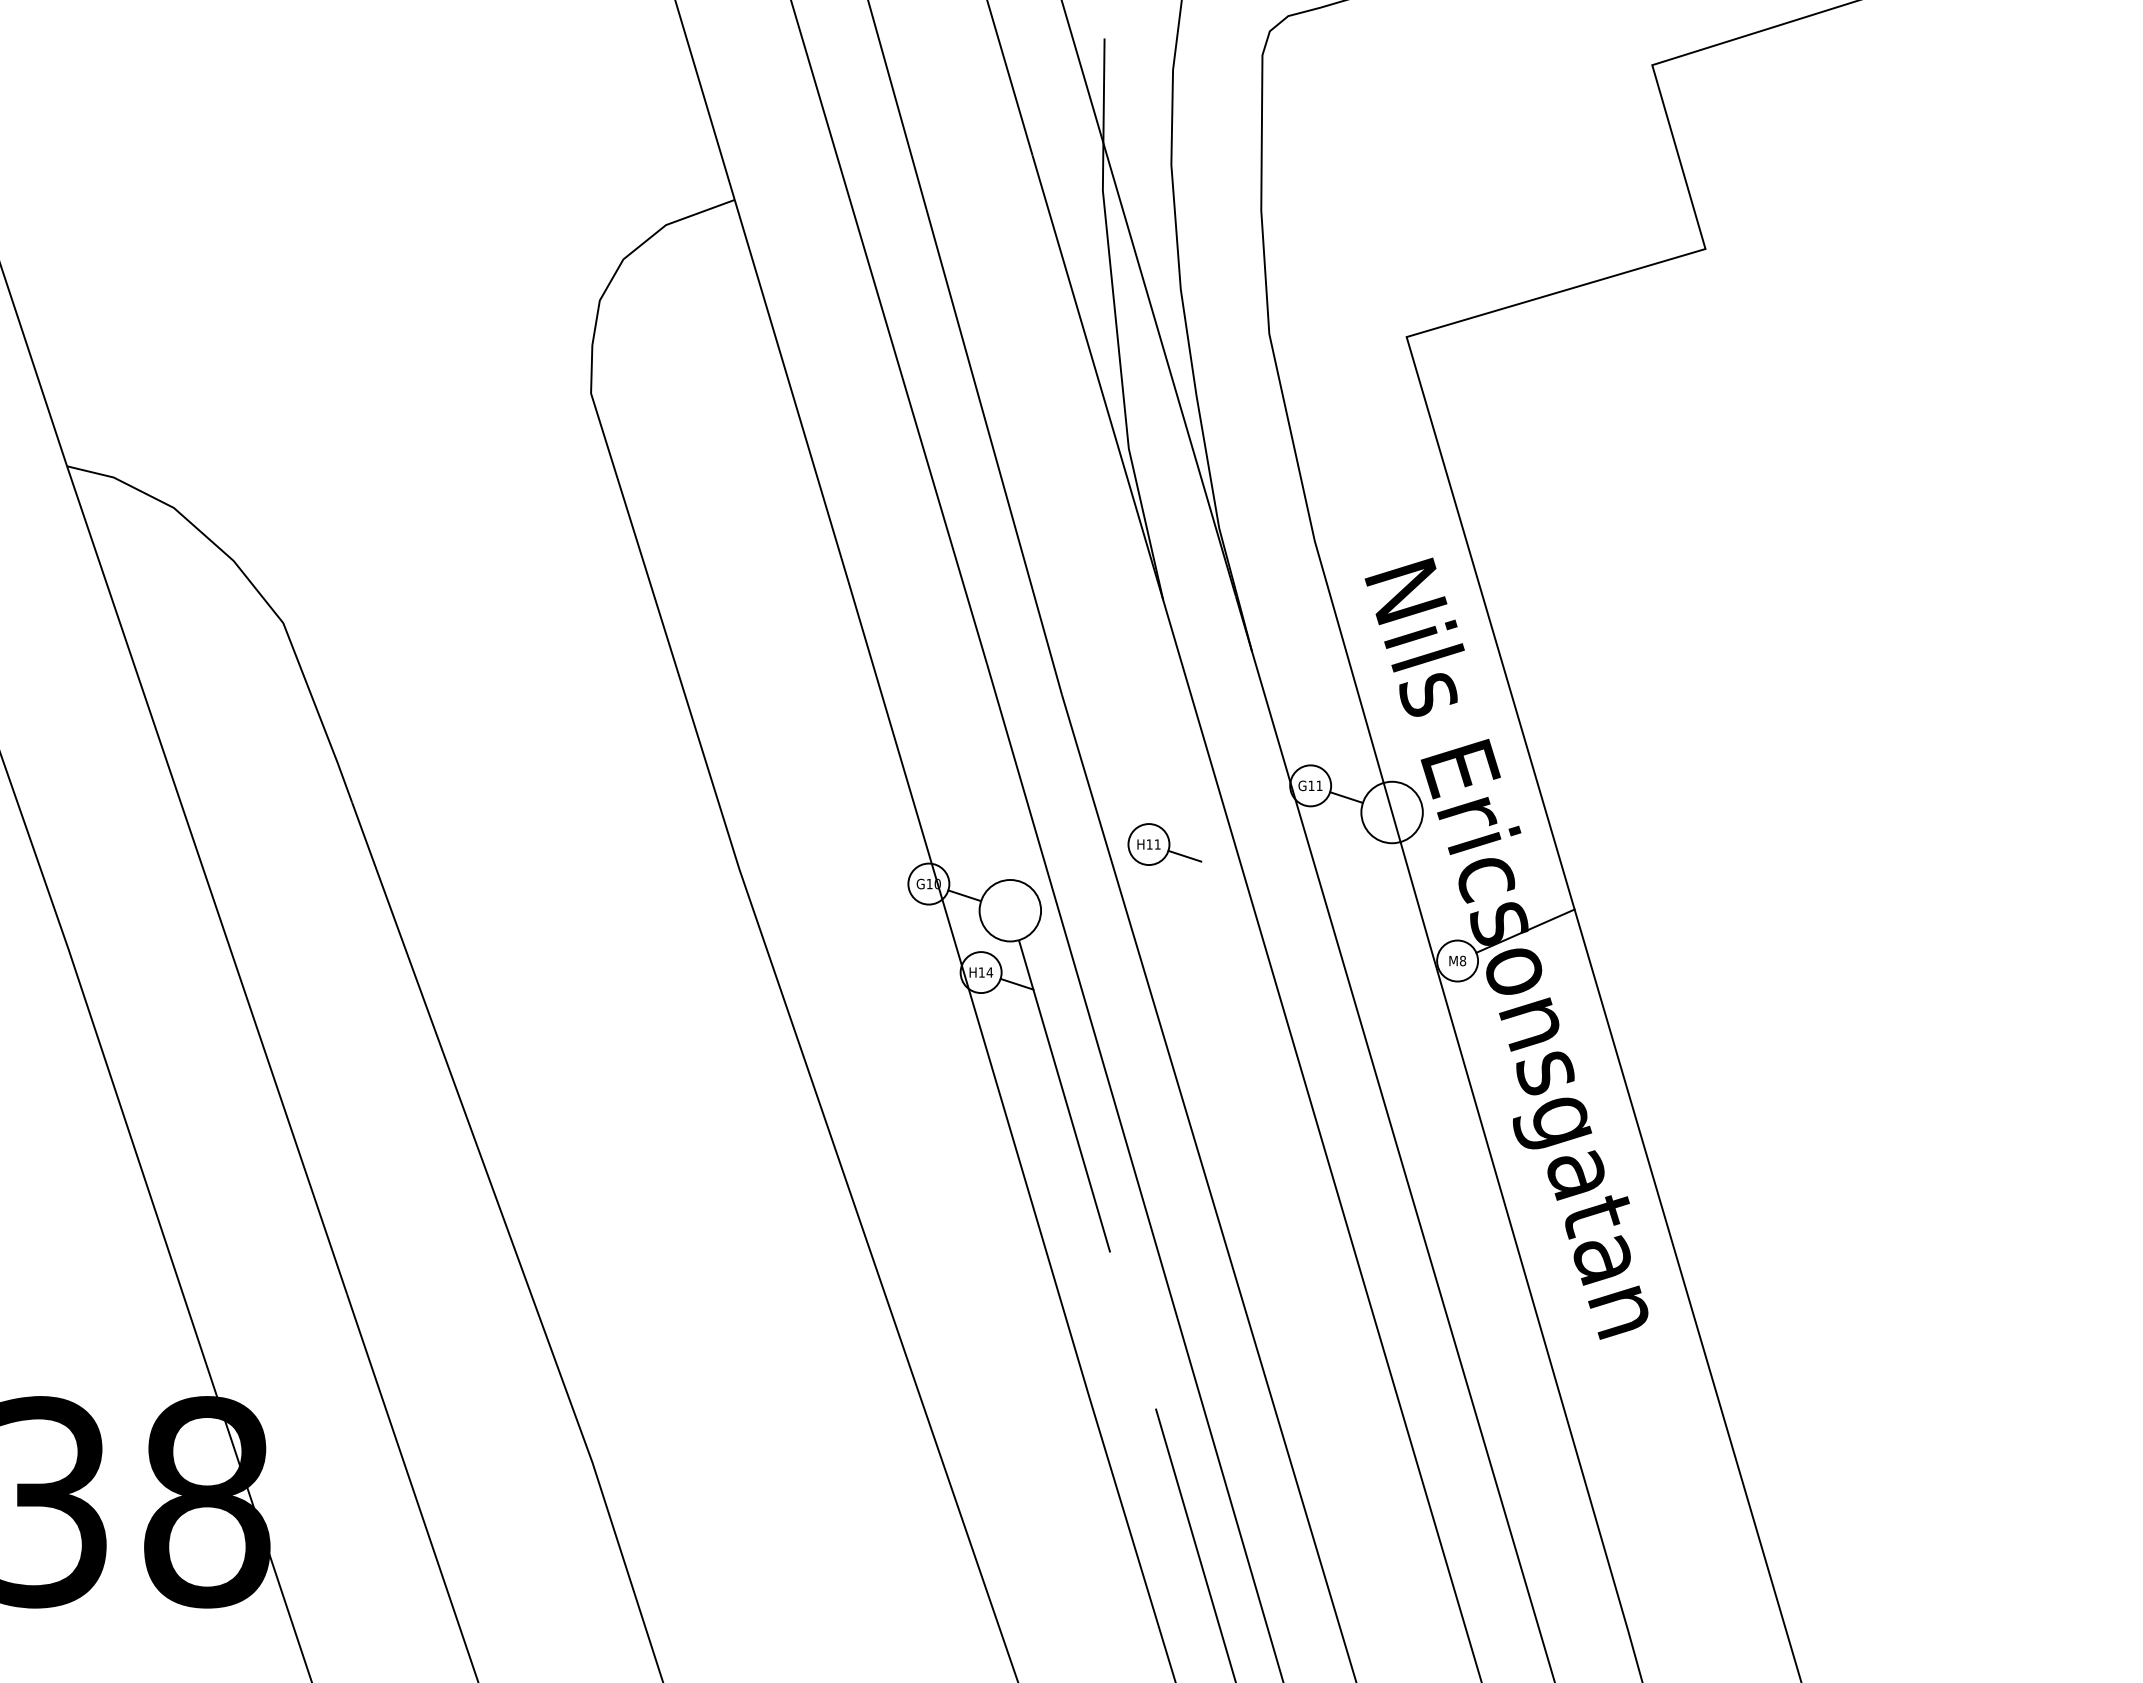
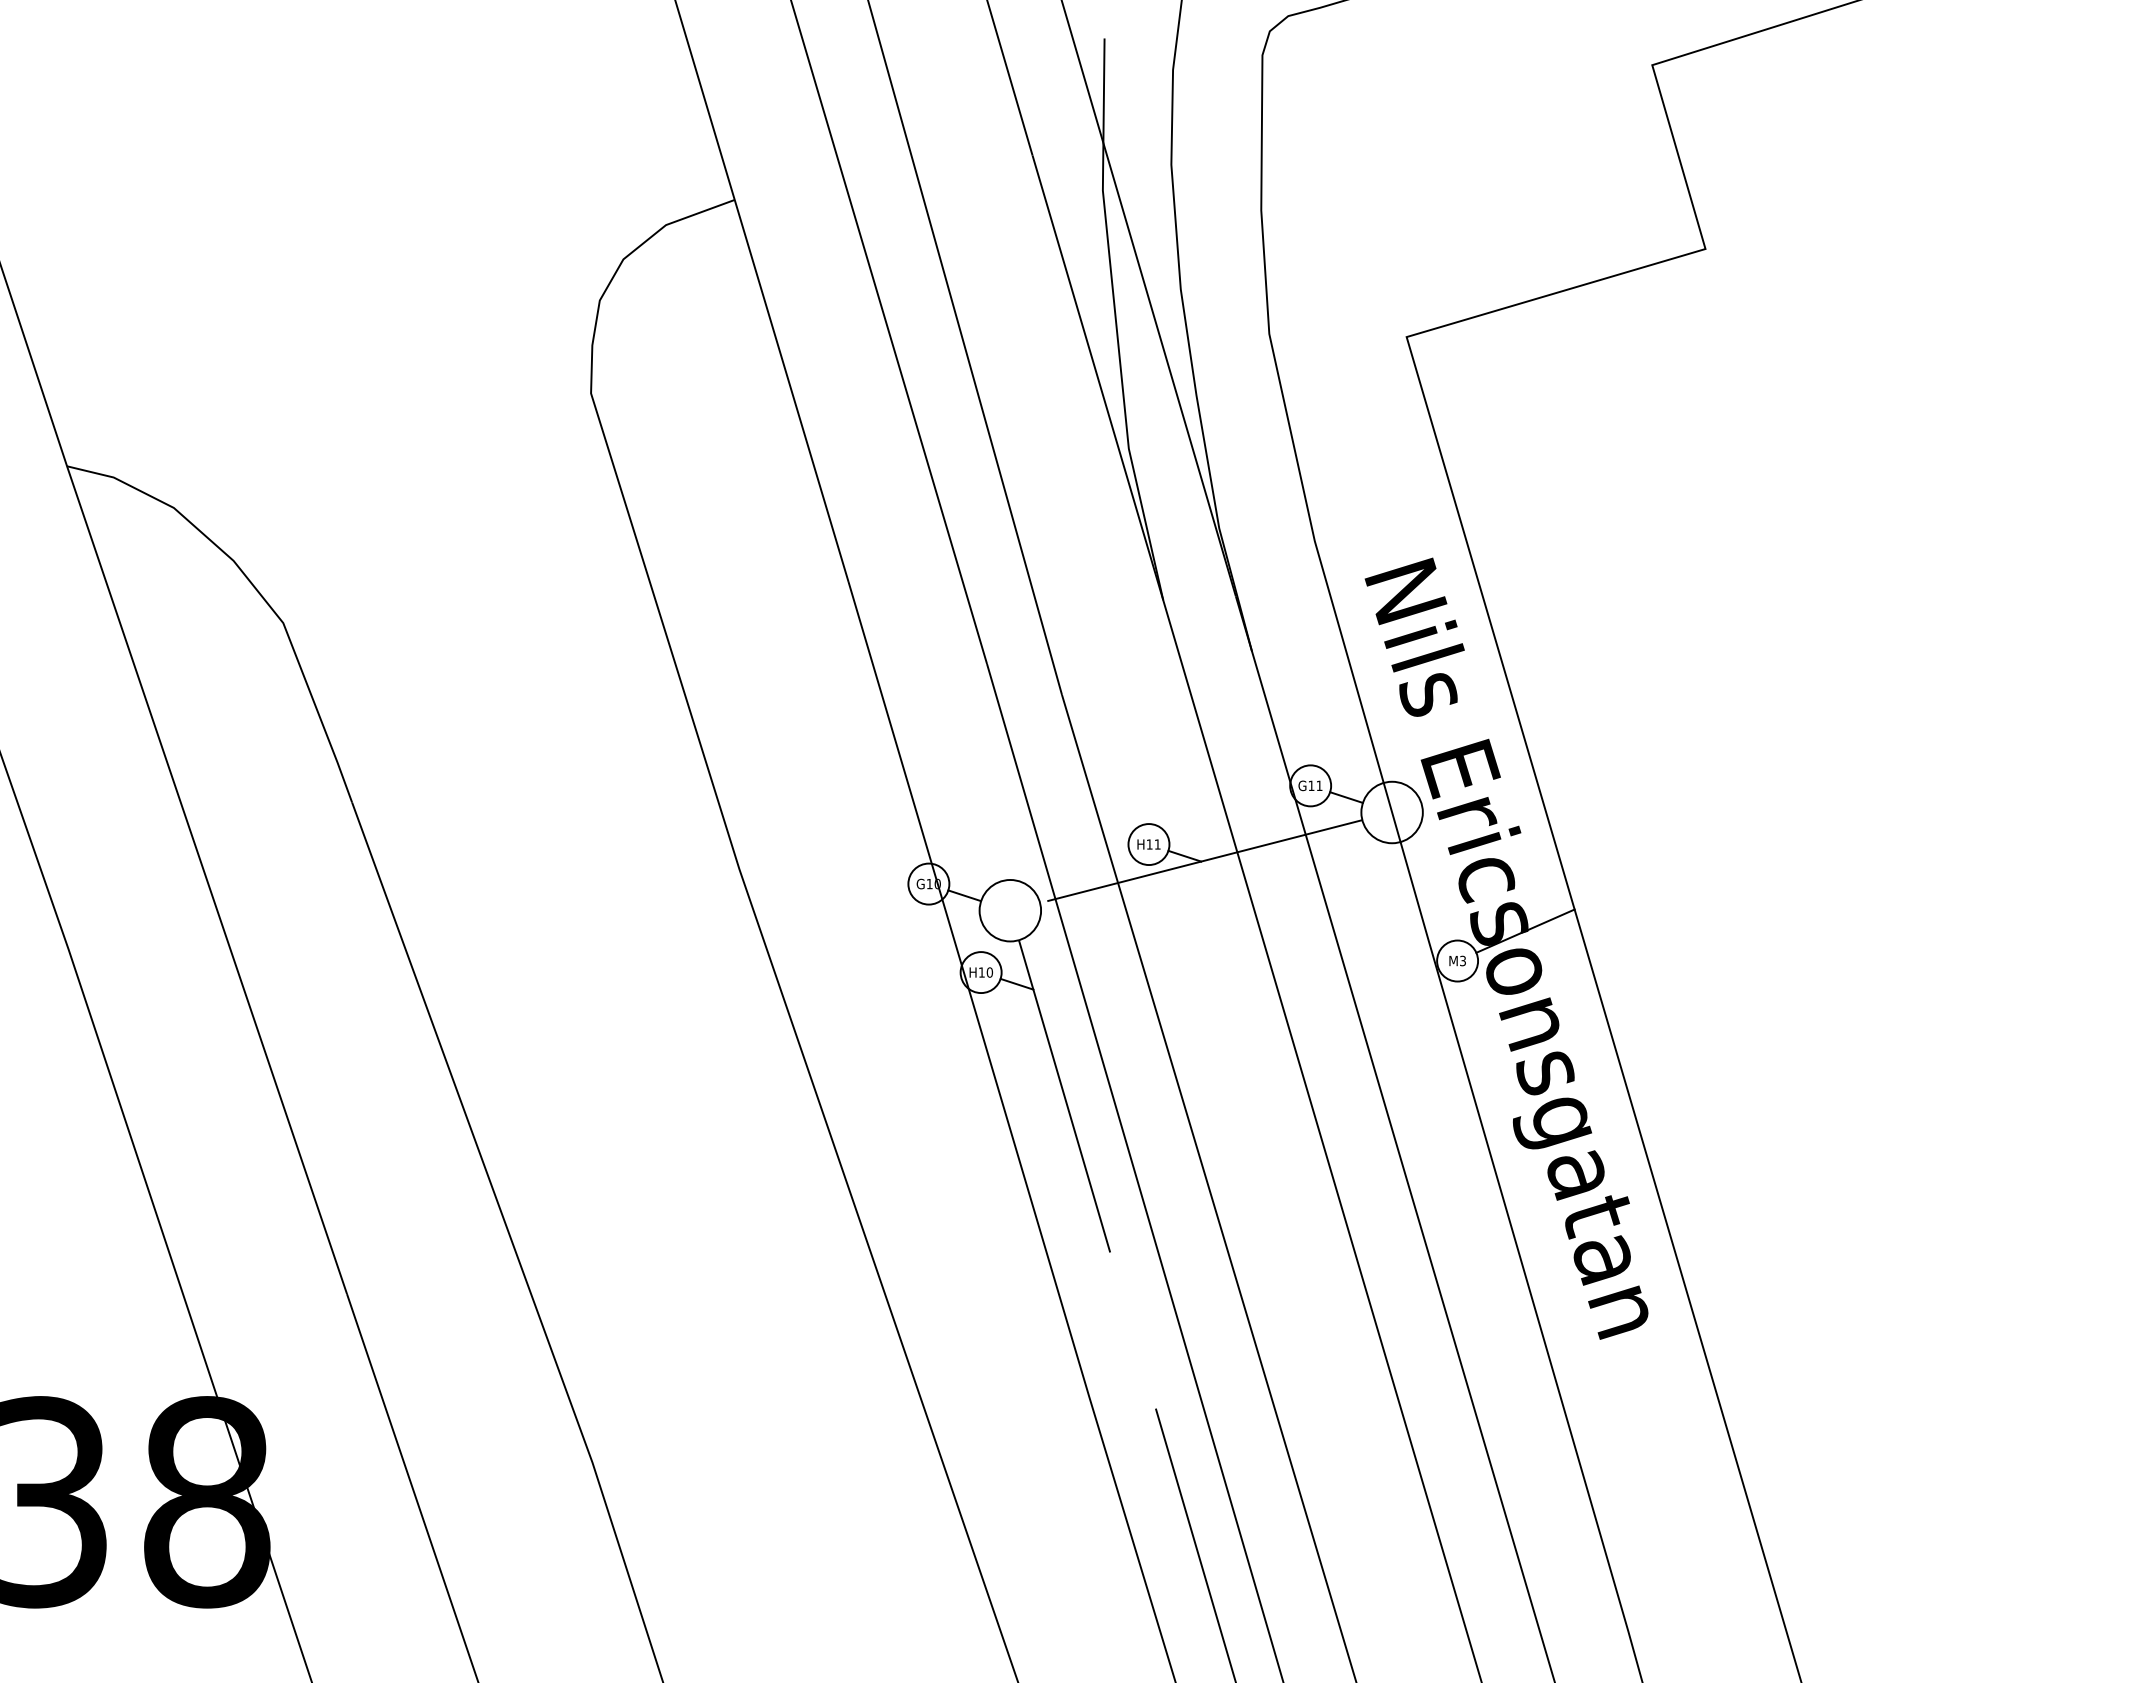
line at (1201, 861): none -> present
text at (1463, 960): M8 -> M3
text at (989, 972): H14 -> H10
